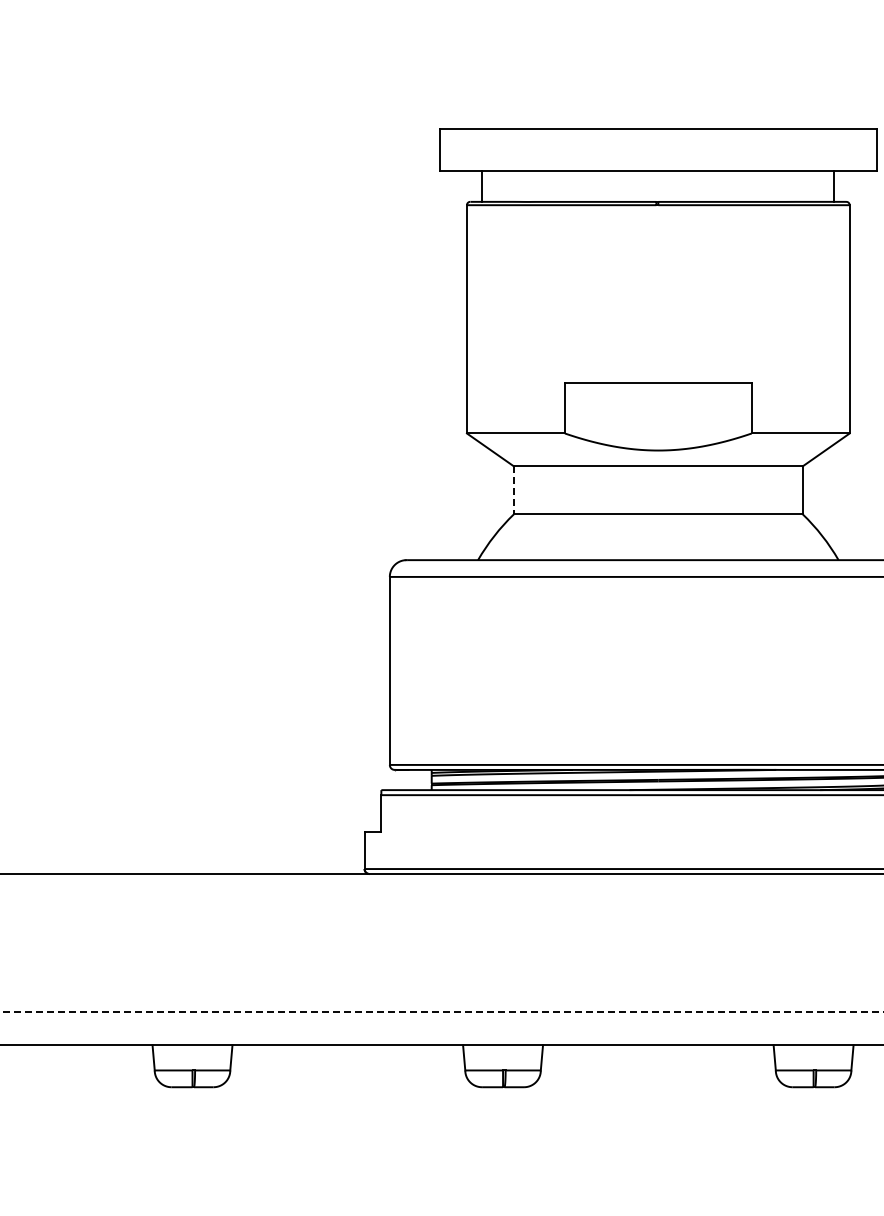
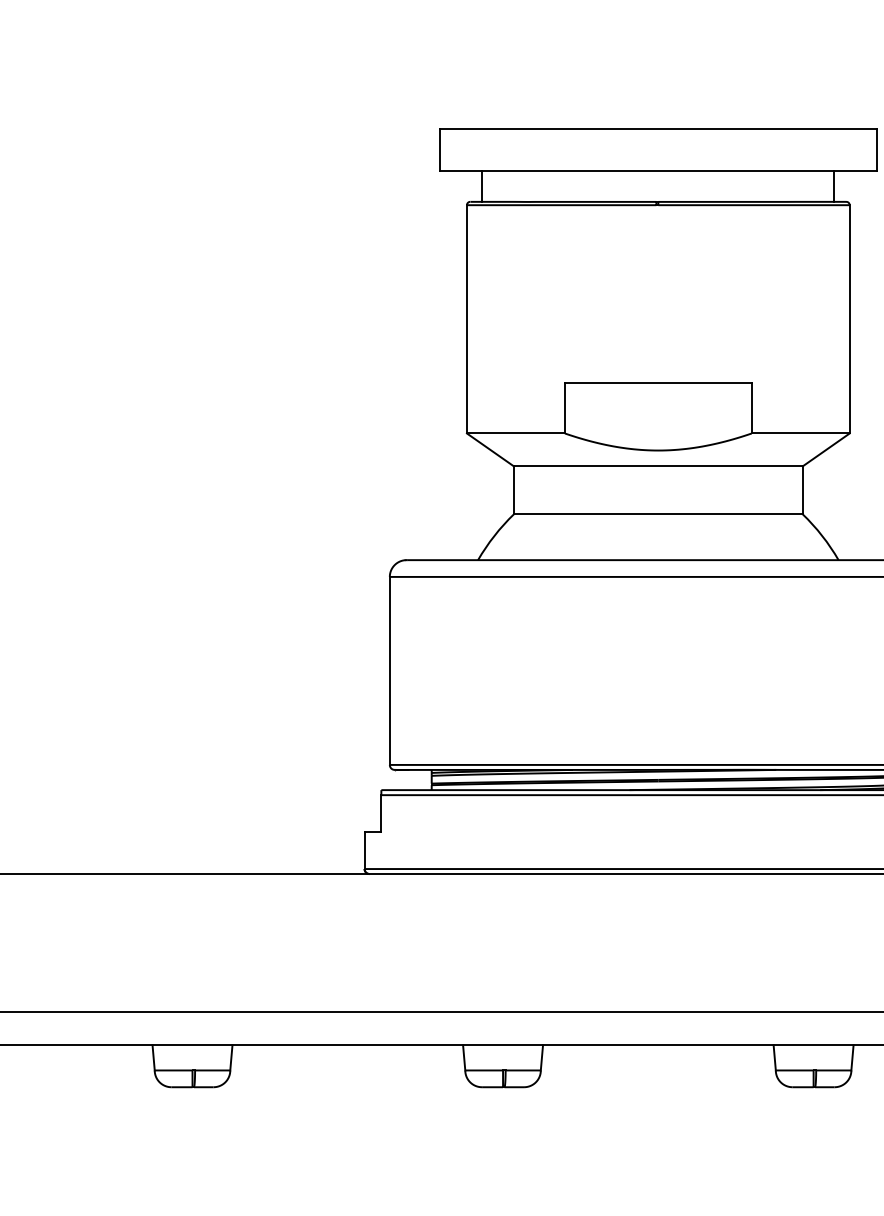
line at (513, 490): dashed -> solid
line at (441, 1011): dashed -> solid
